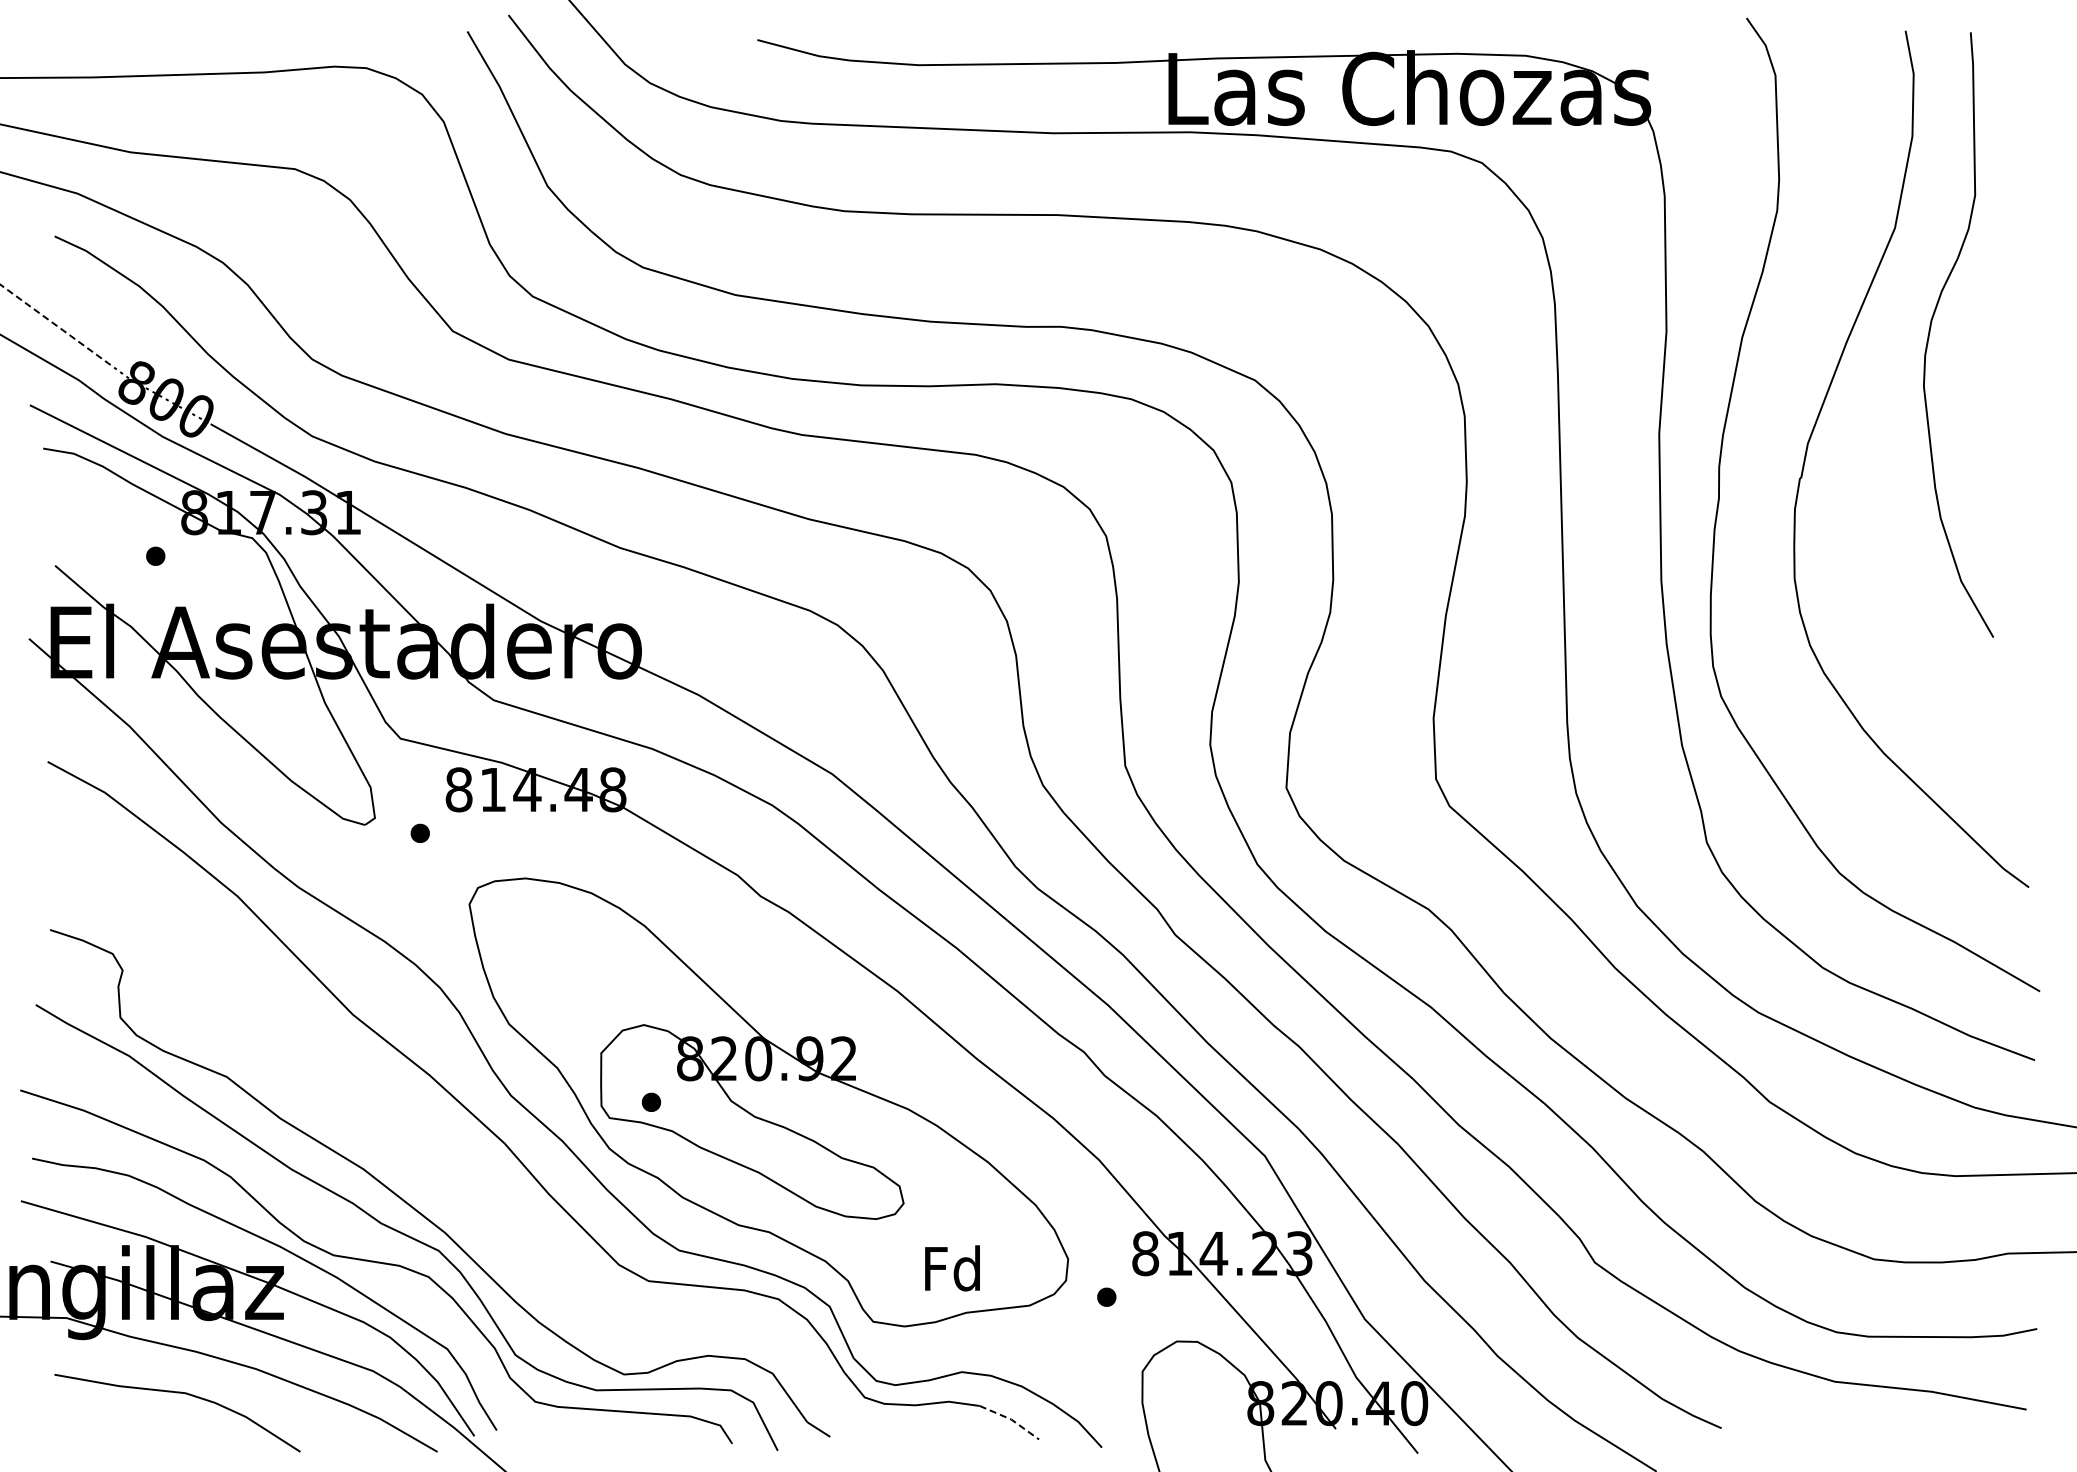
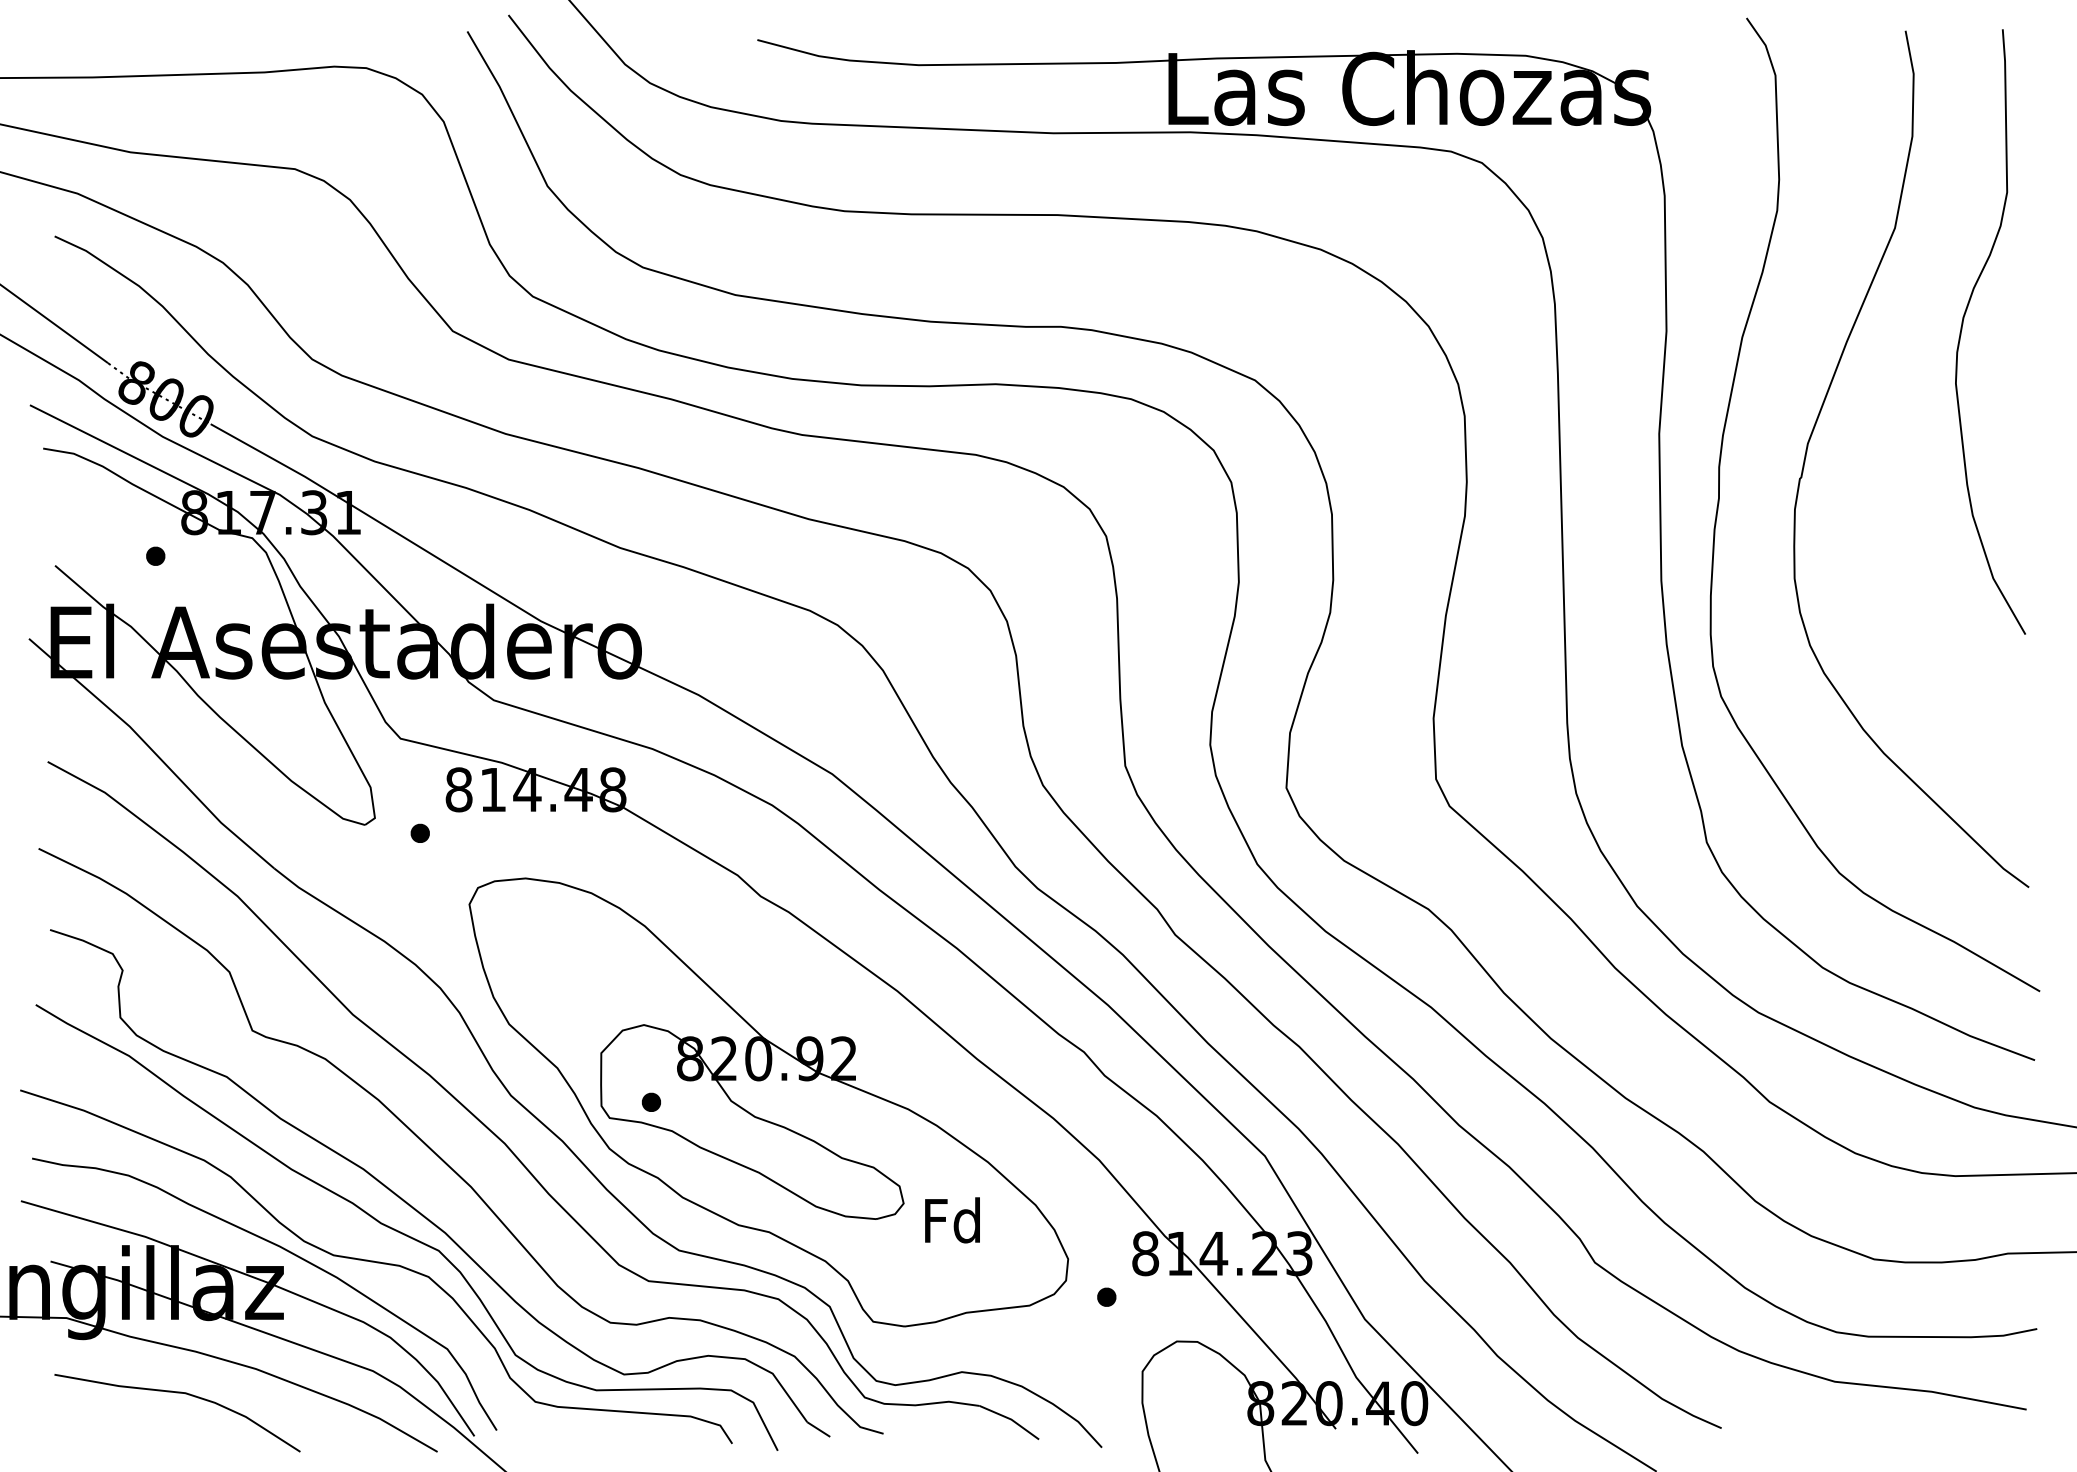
line at (54, 323): dashed -> solid
curve at (1931, 327) position: (1931, 327) -> (1963, 324)
curve at (442, 1158): none -> present
text at (952, 1268) position: (952, 1268) -> (952, 1220)
line at (1011, 1419): dashed -> solid
